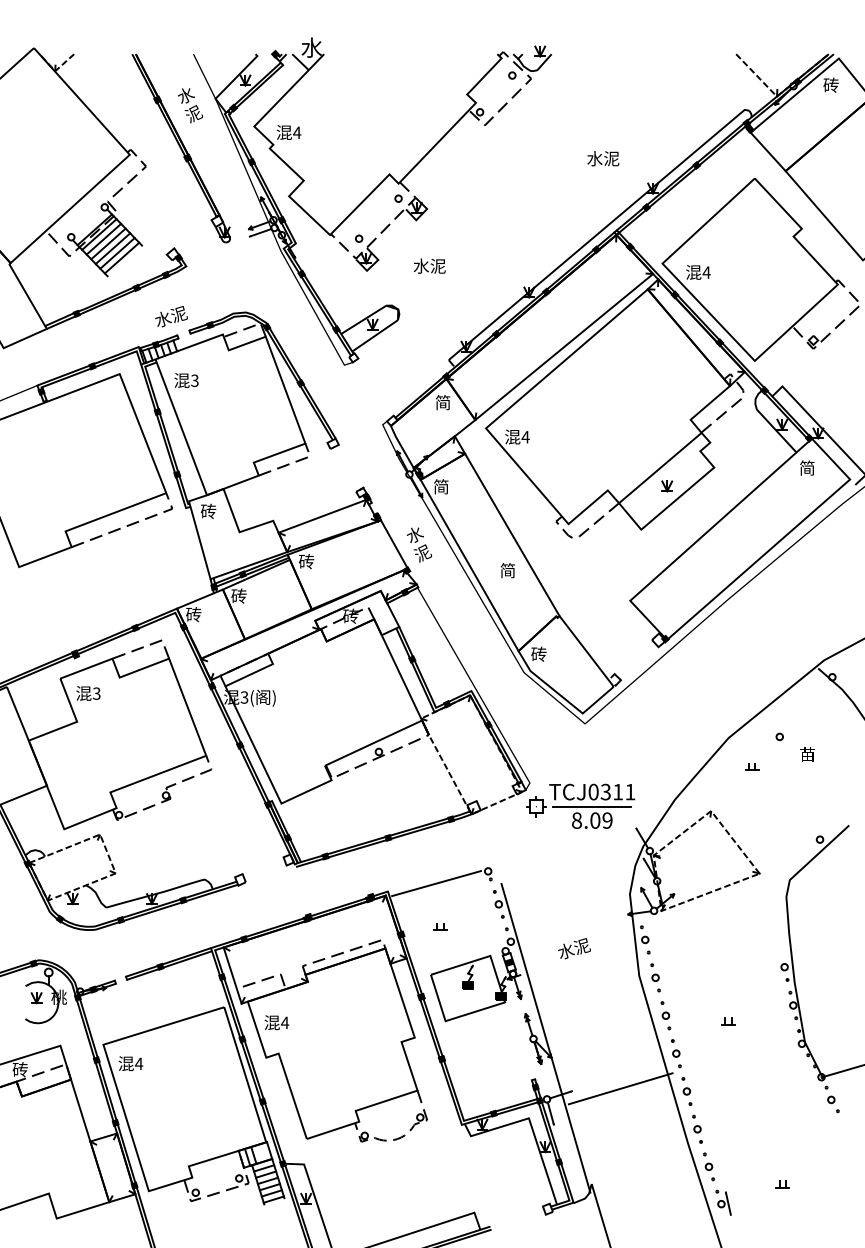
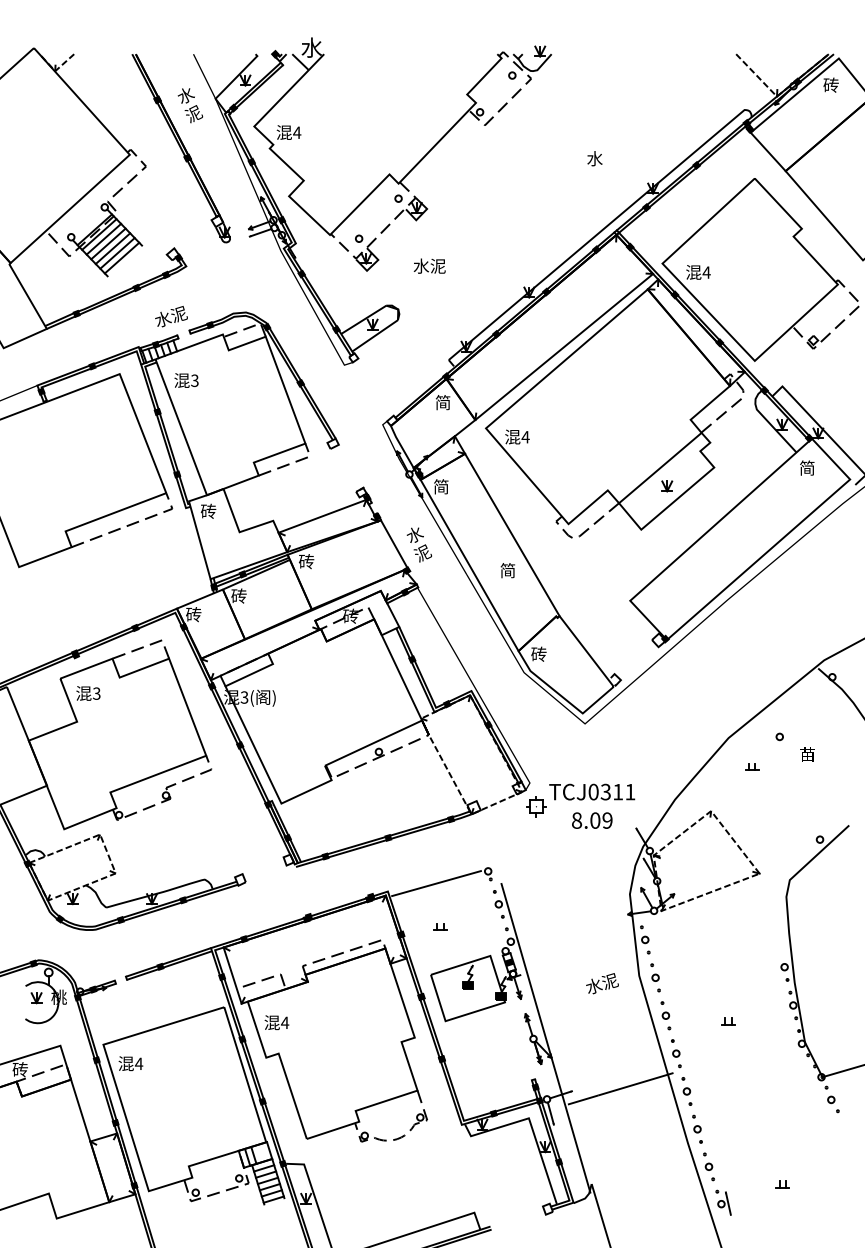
text at (611, 158): 水泥 -> 水
line at (591, 806): present -> none
text at (574, 948) position: (574, 948) -> (602, 983)
